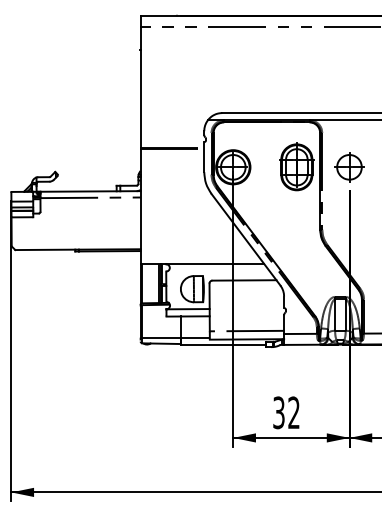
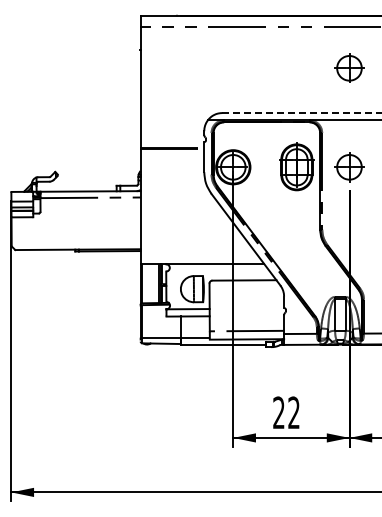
part at (349, 68): none -> present
line at (302, 113): solid -> dashed
text at (278, 413): 32 -> 22
